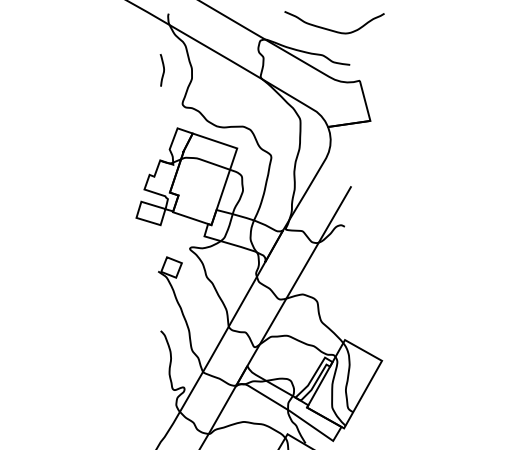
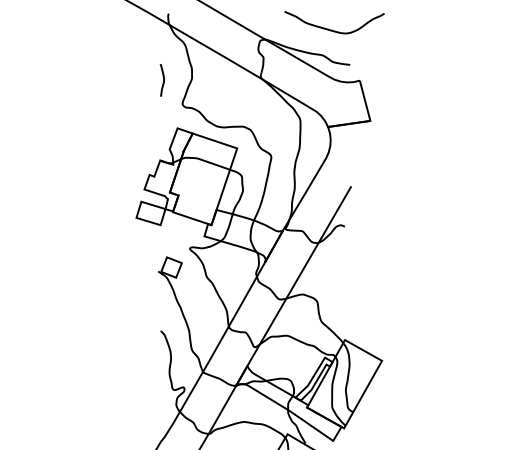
curve at (163, 70) position: (163, 70) -> (163, 80)
